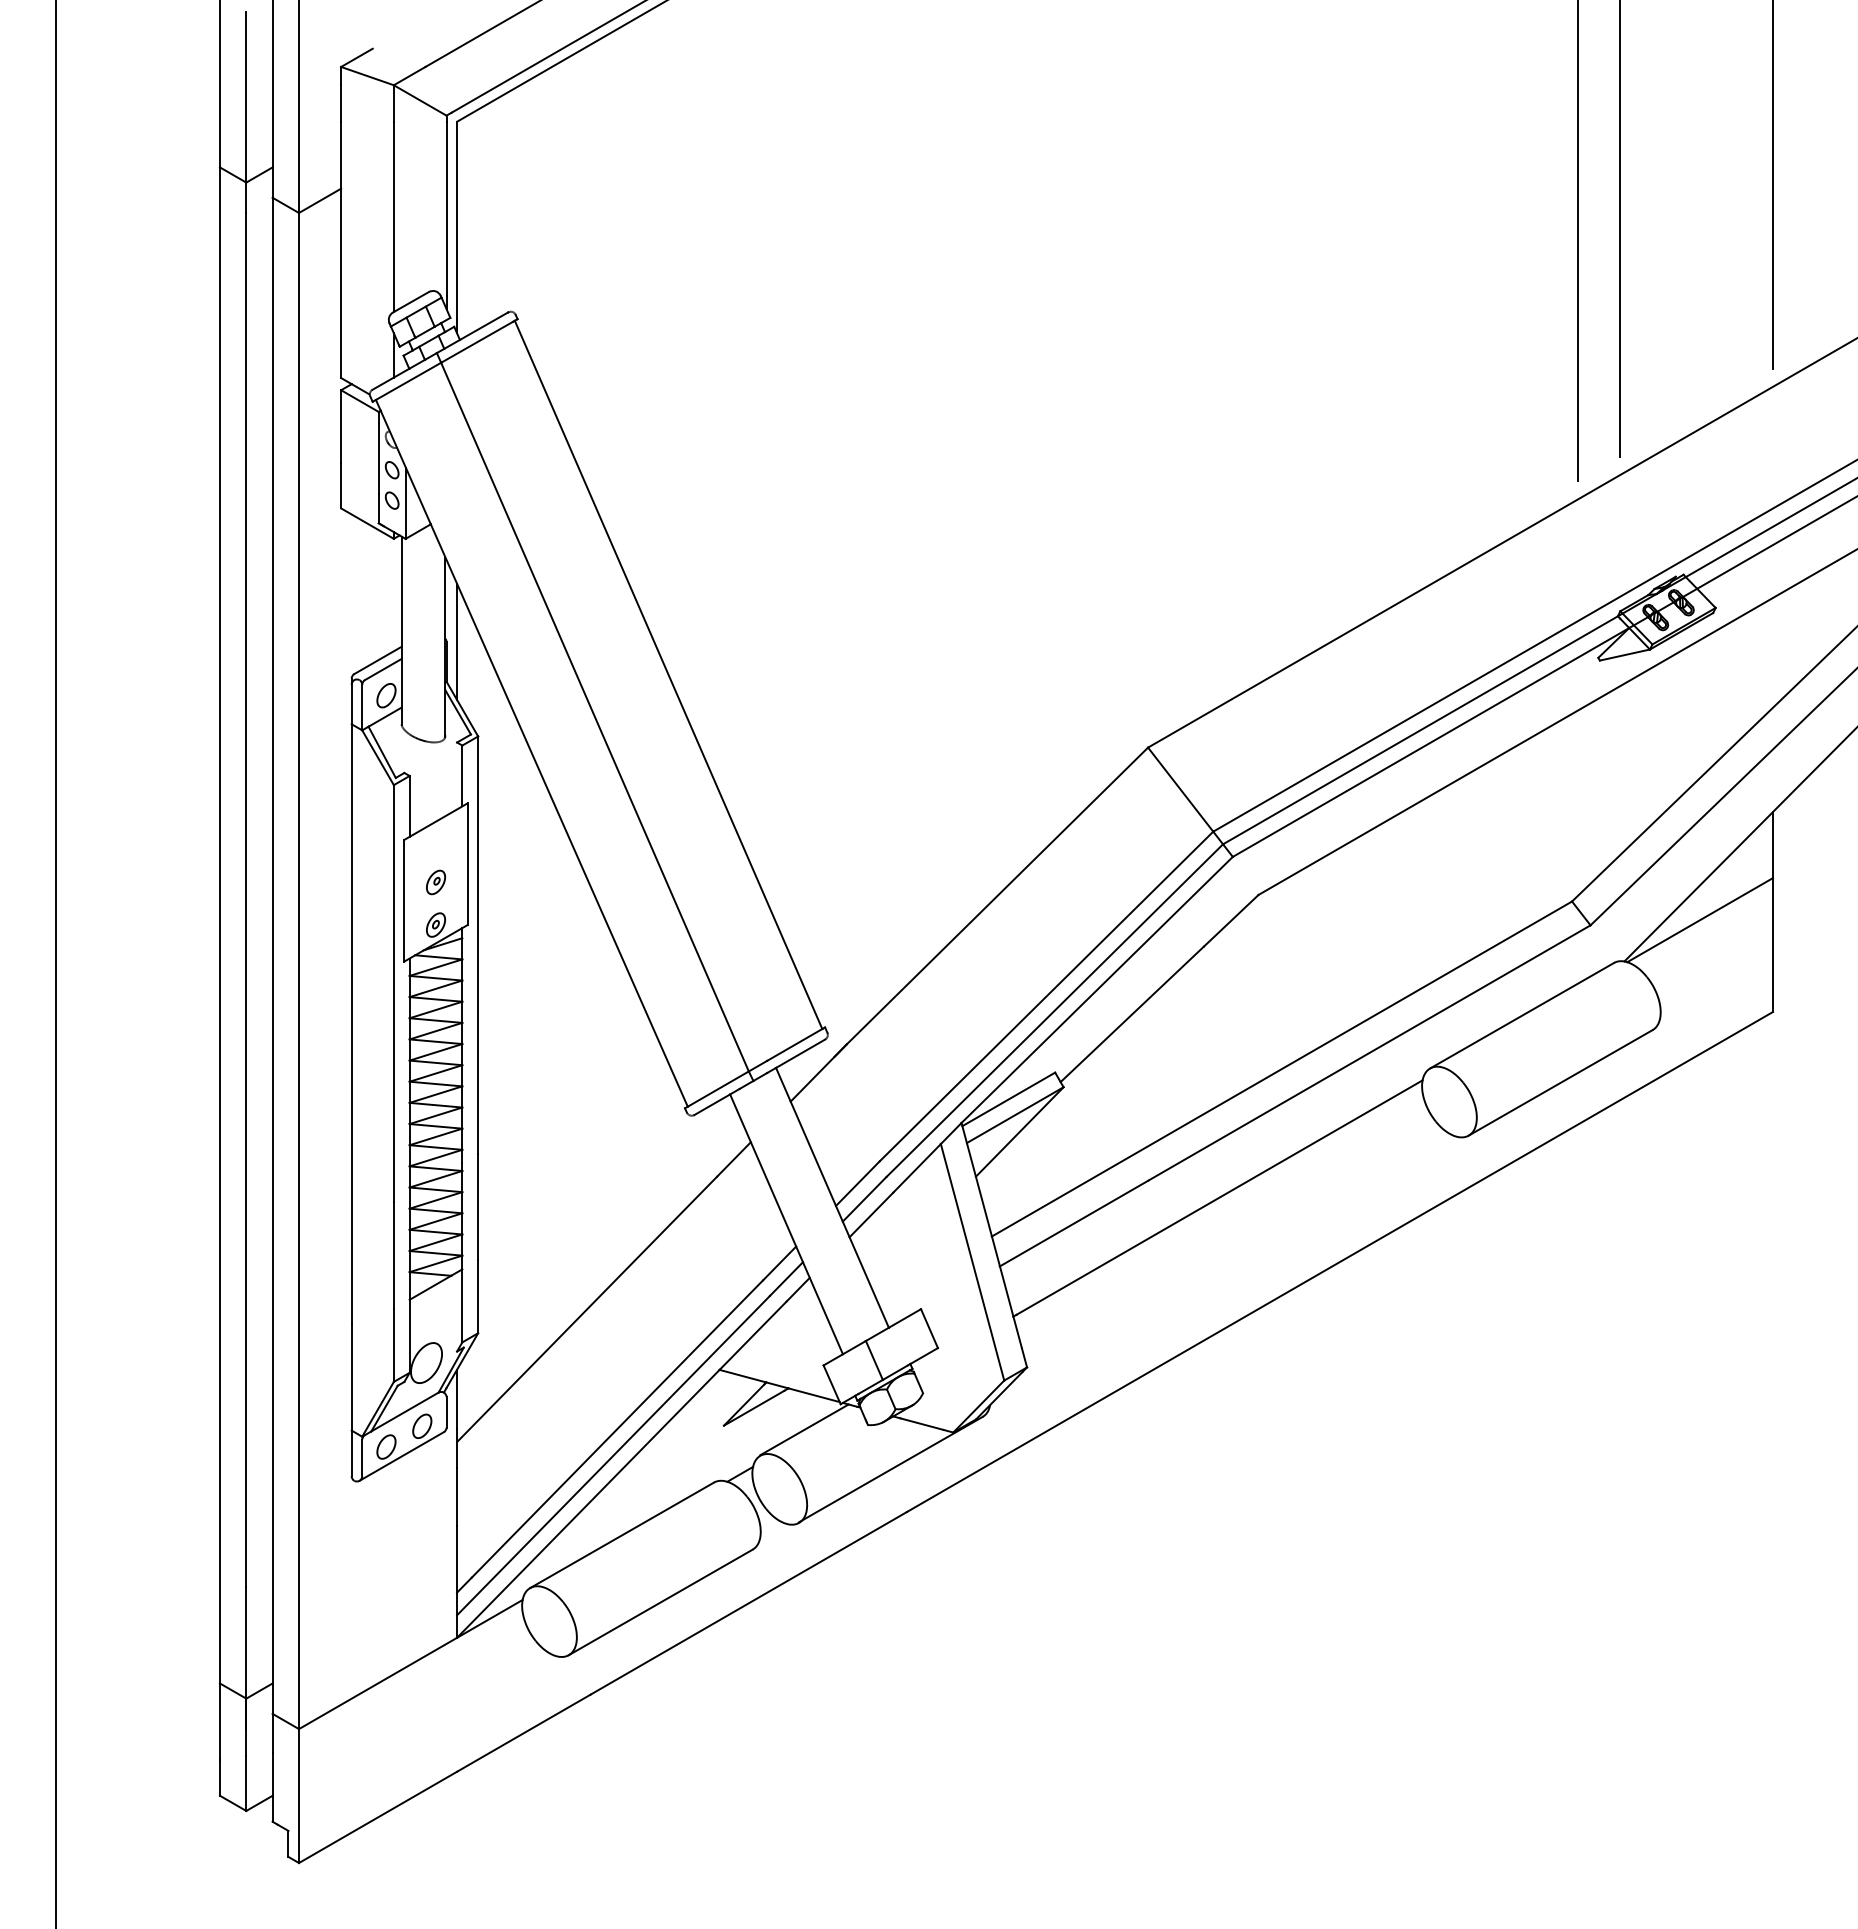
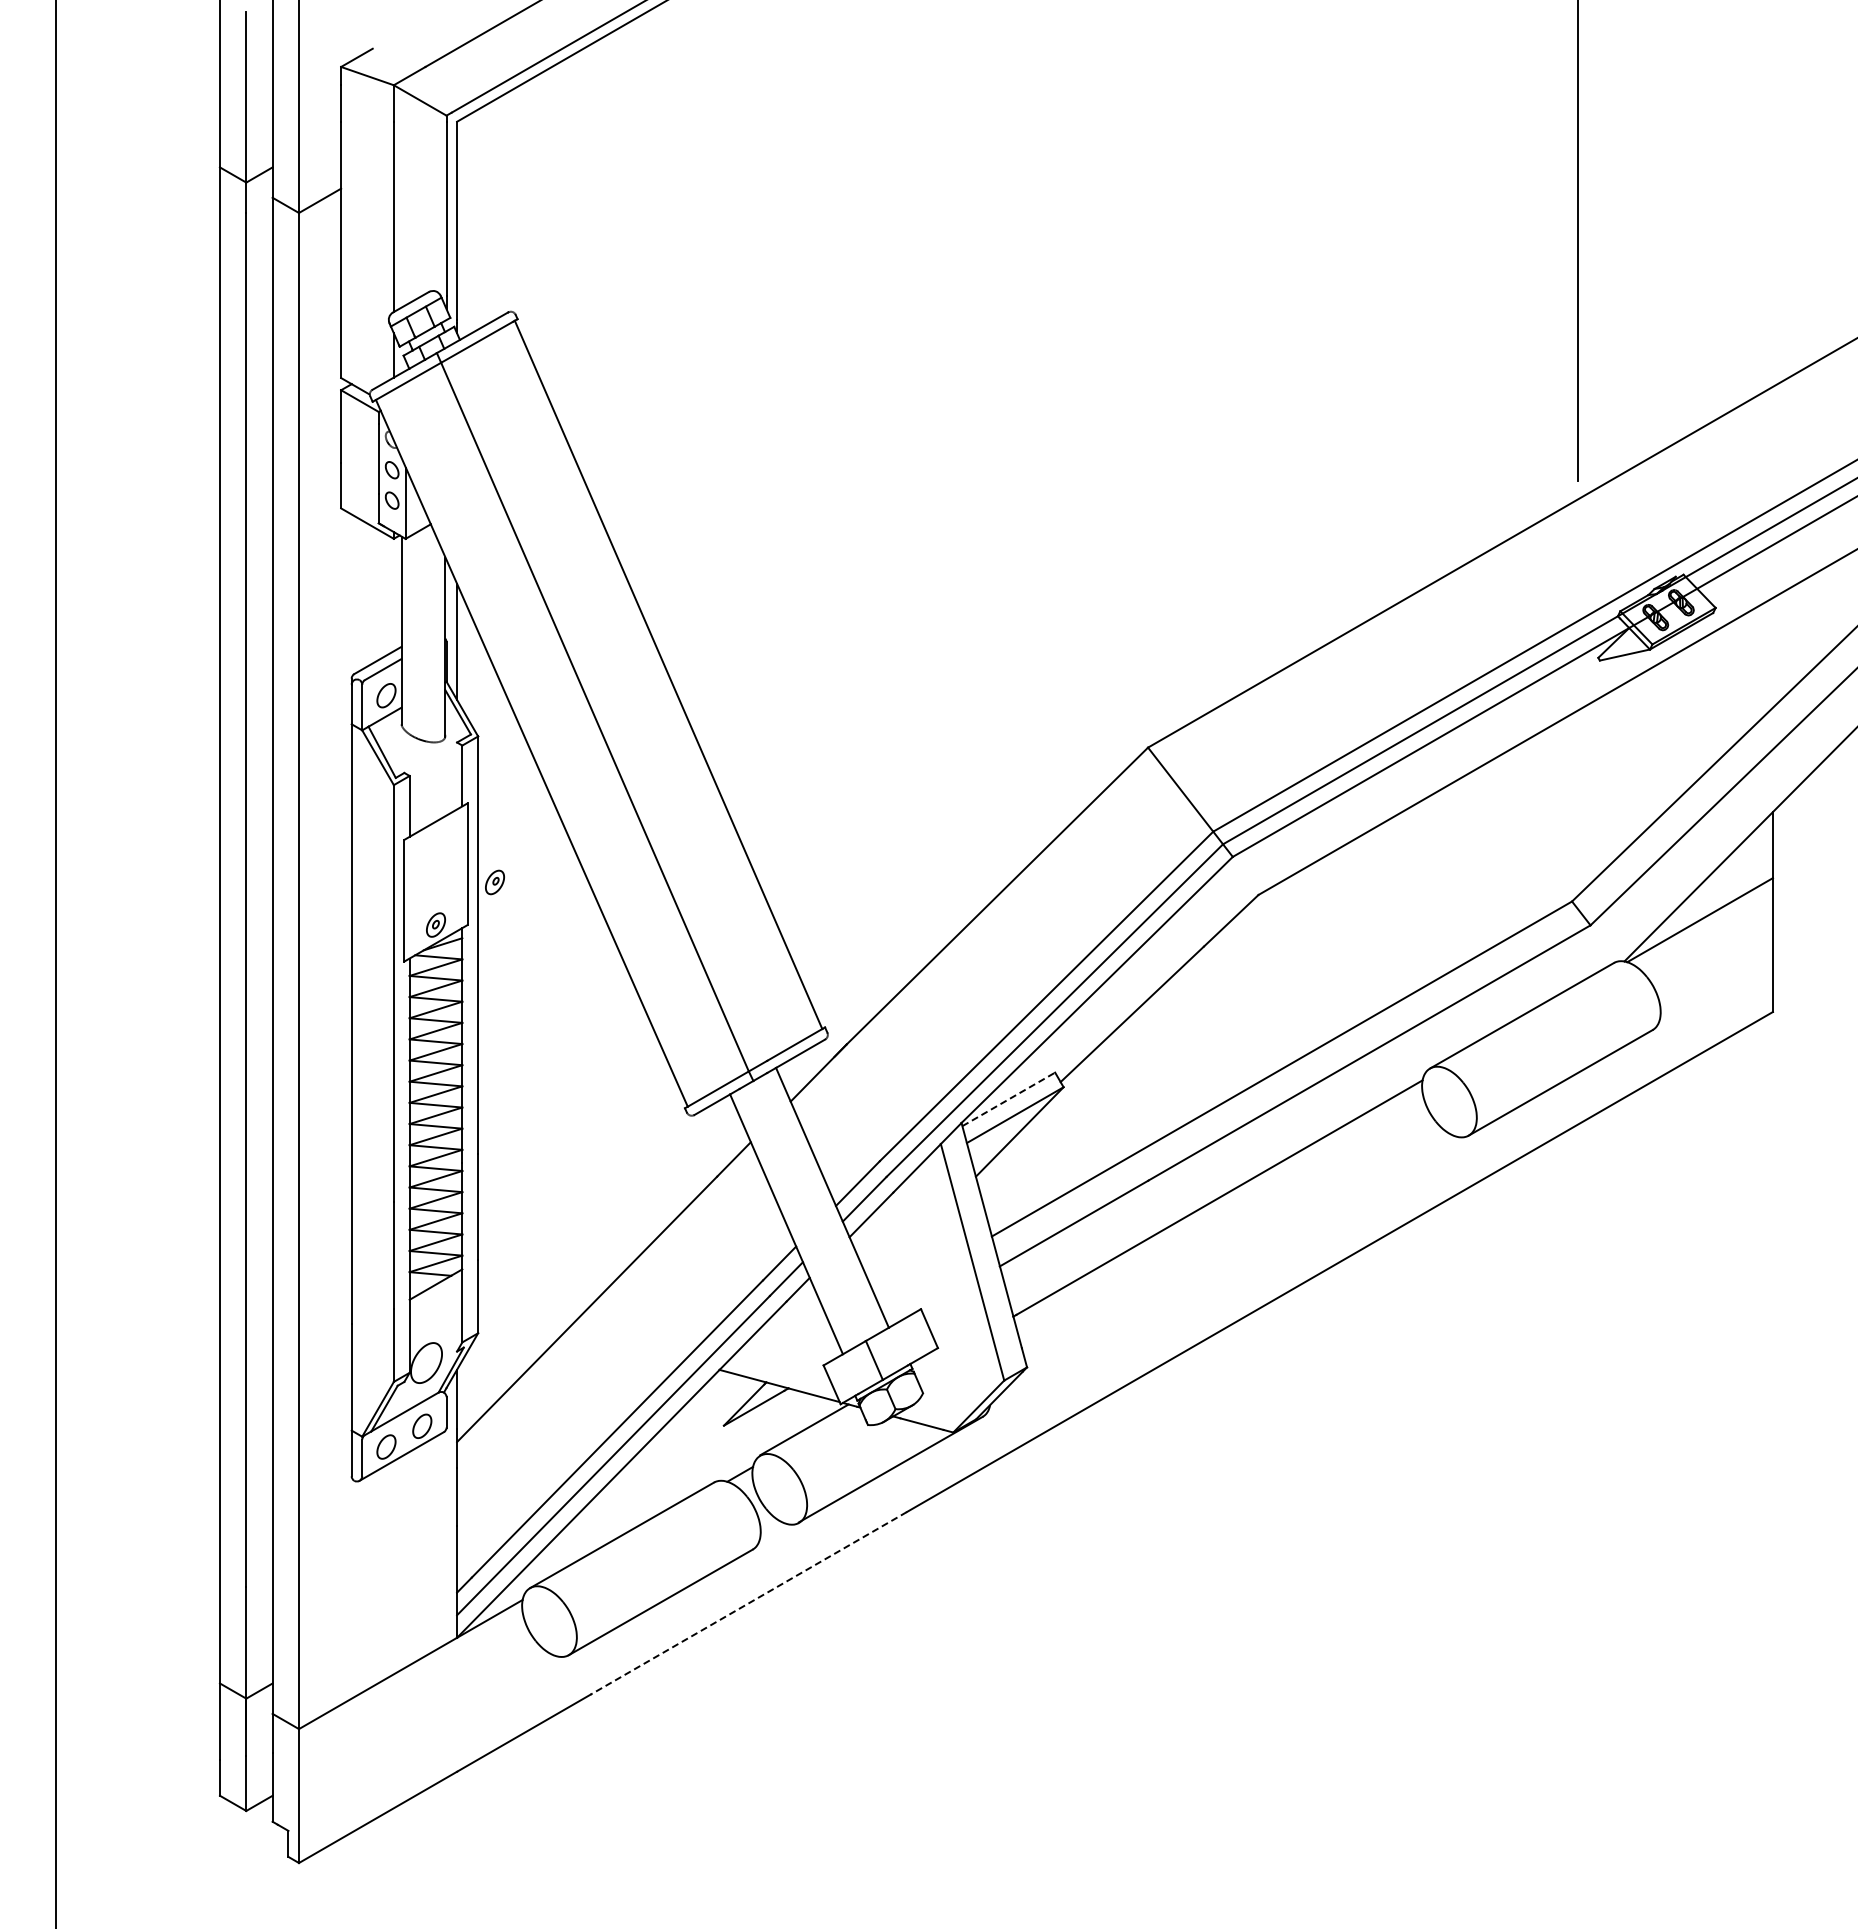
line at (1772, 185): present -> none
line at (1619, 229): present -> none
part at (435, 882) position: (435, 882) -> (494, 882)
line at (1008, 1099): solid -> dashed
line at (748, 1603): solid -> dashed
